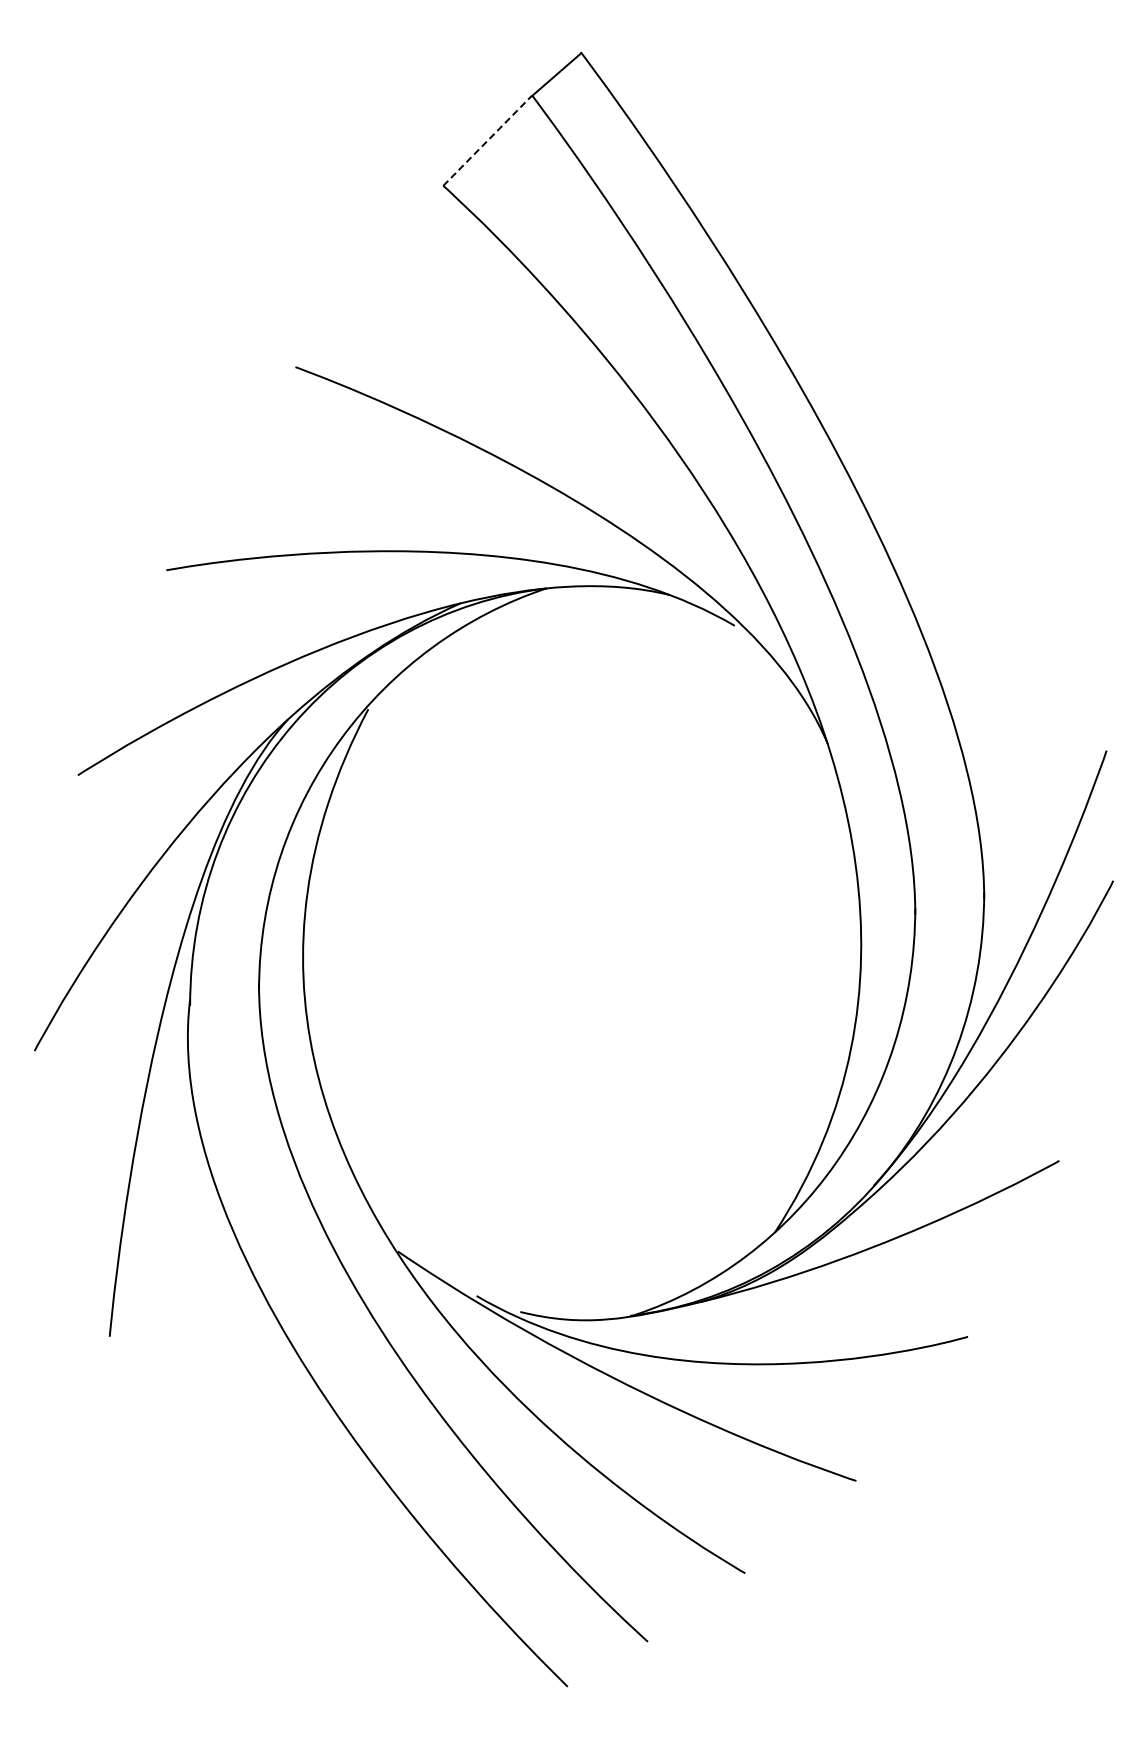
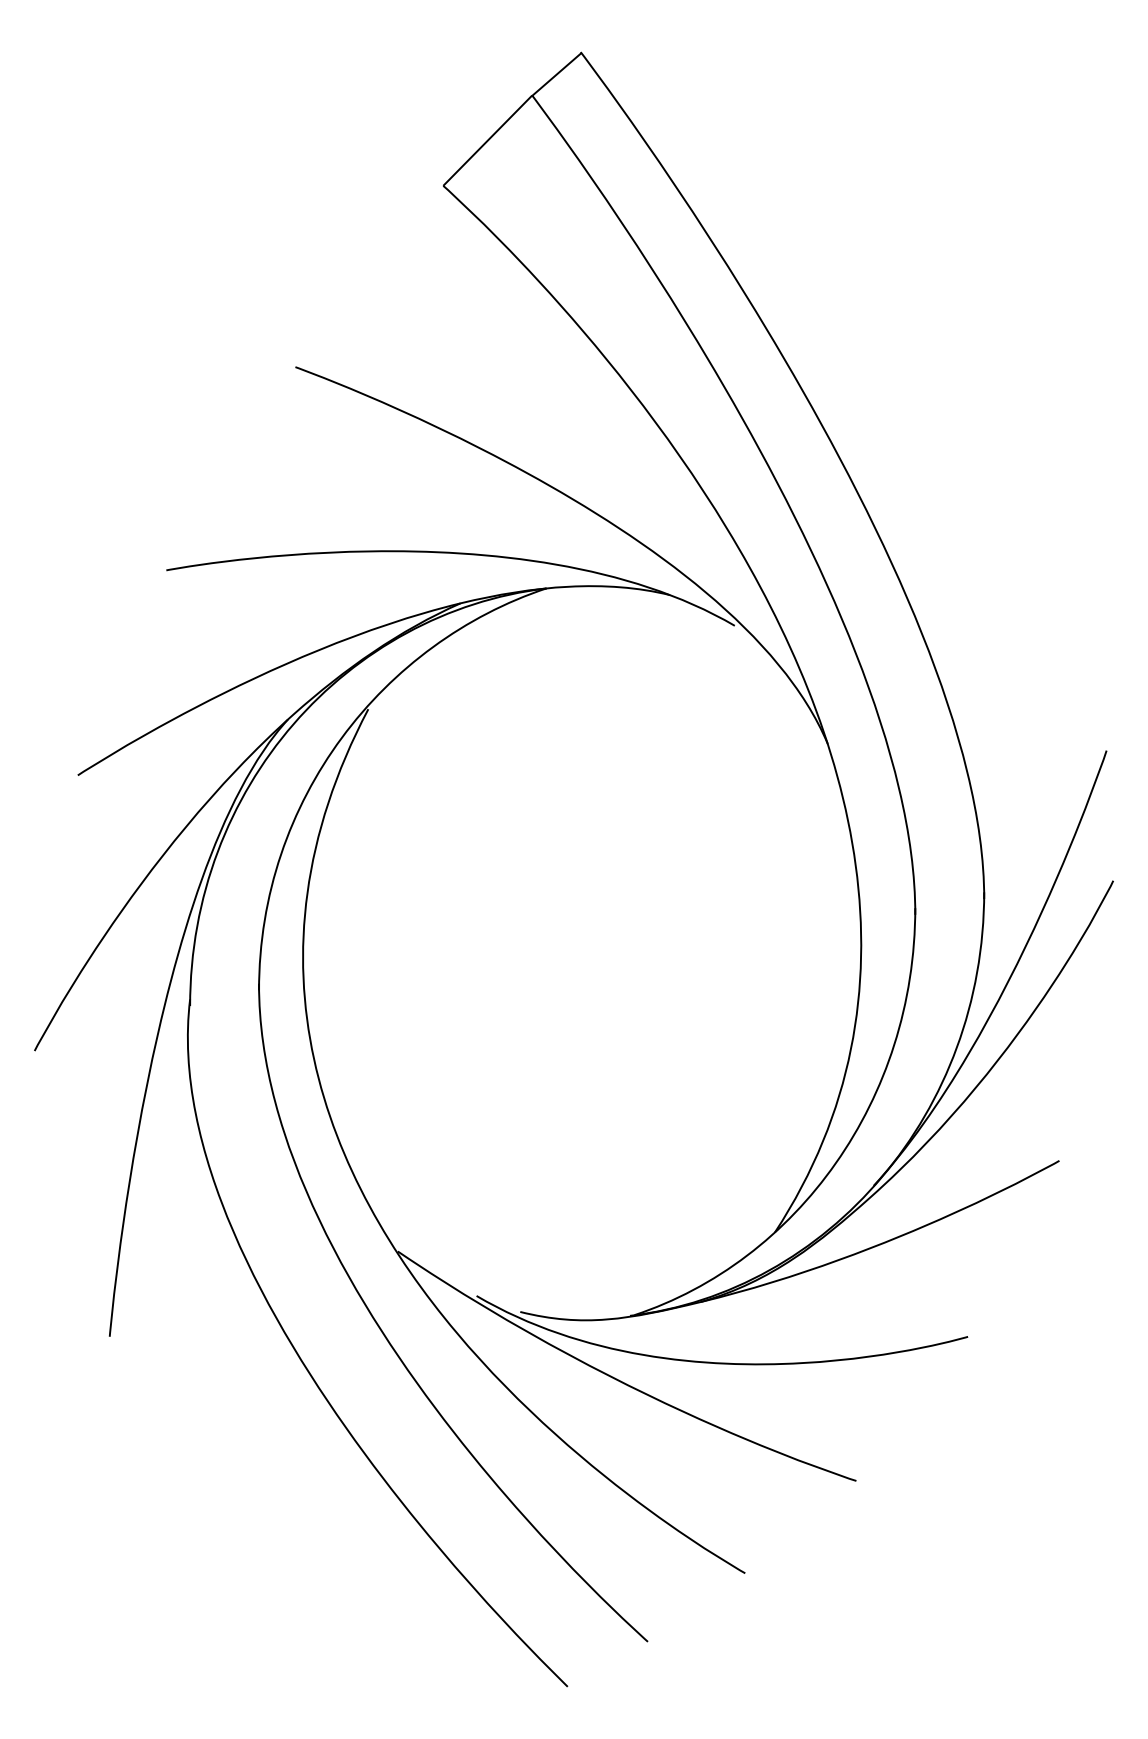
line at (488, 140): dashed -> solid
